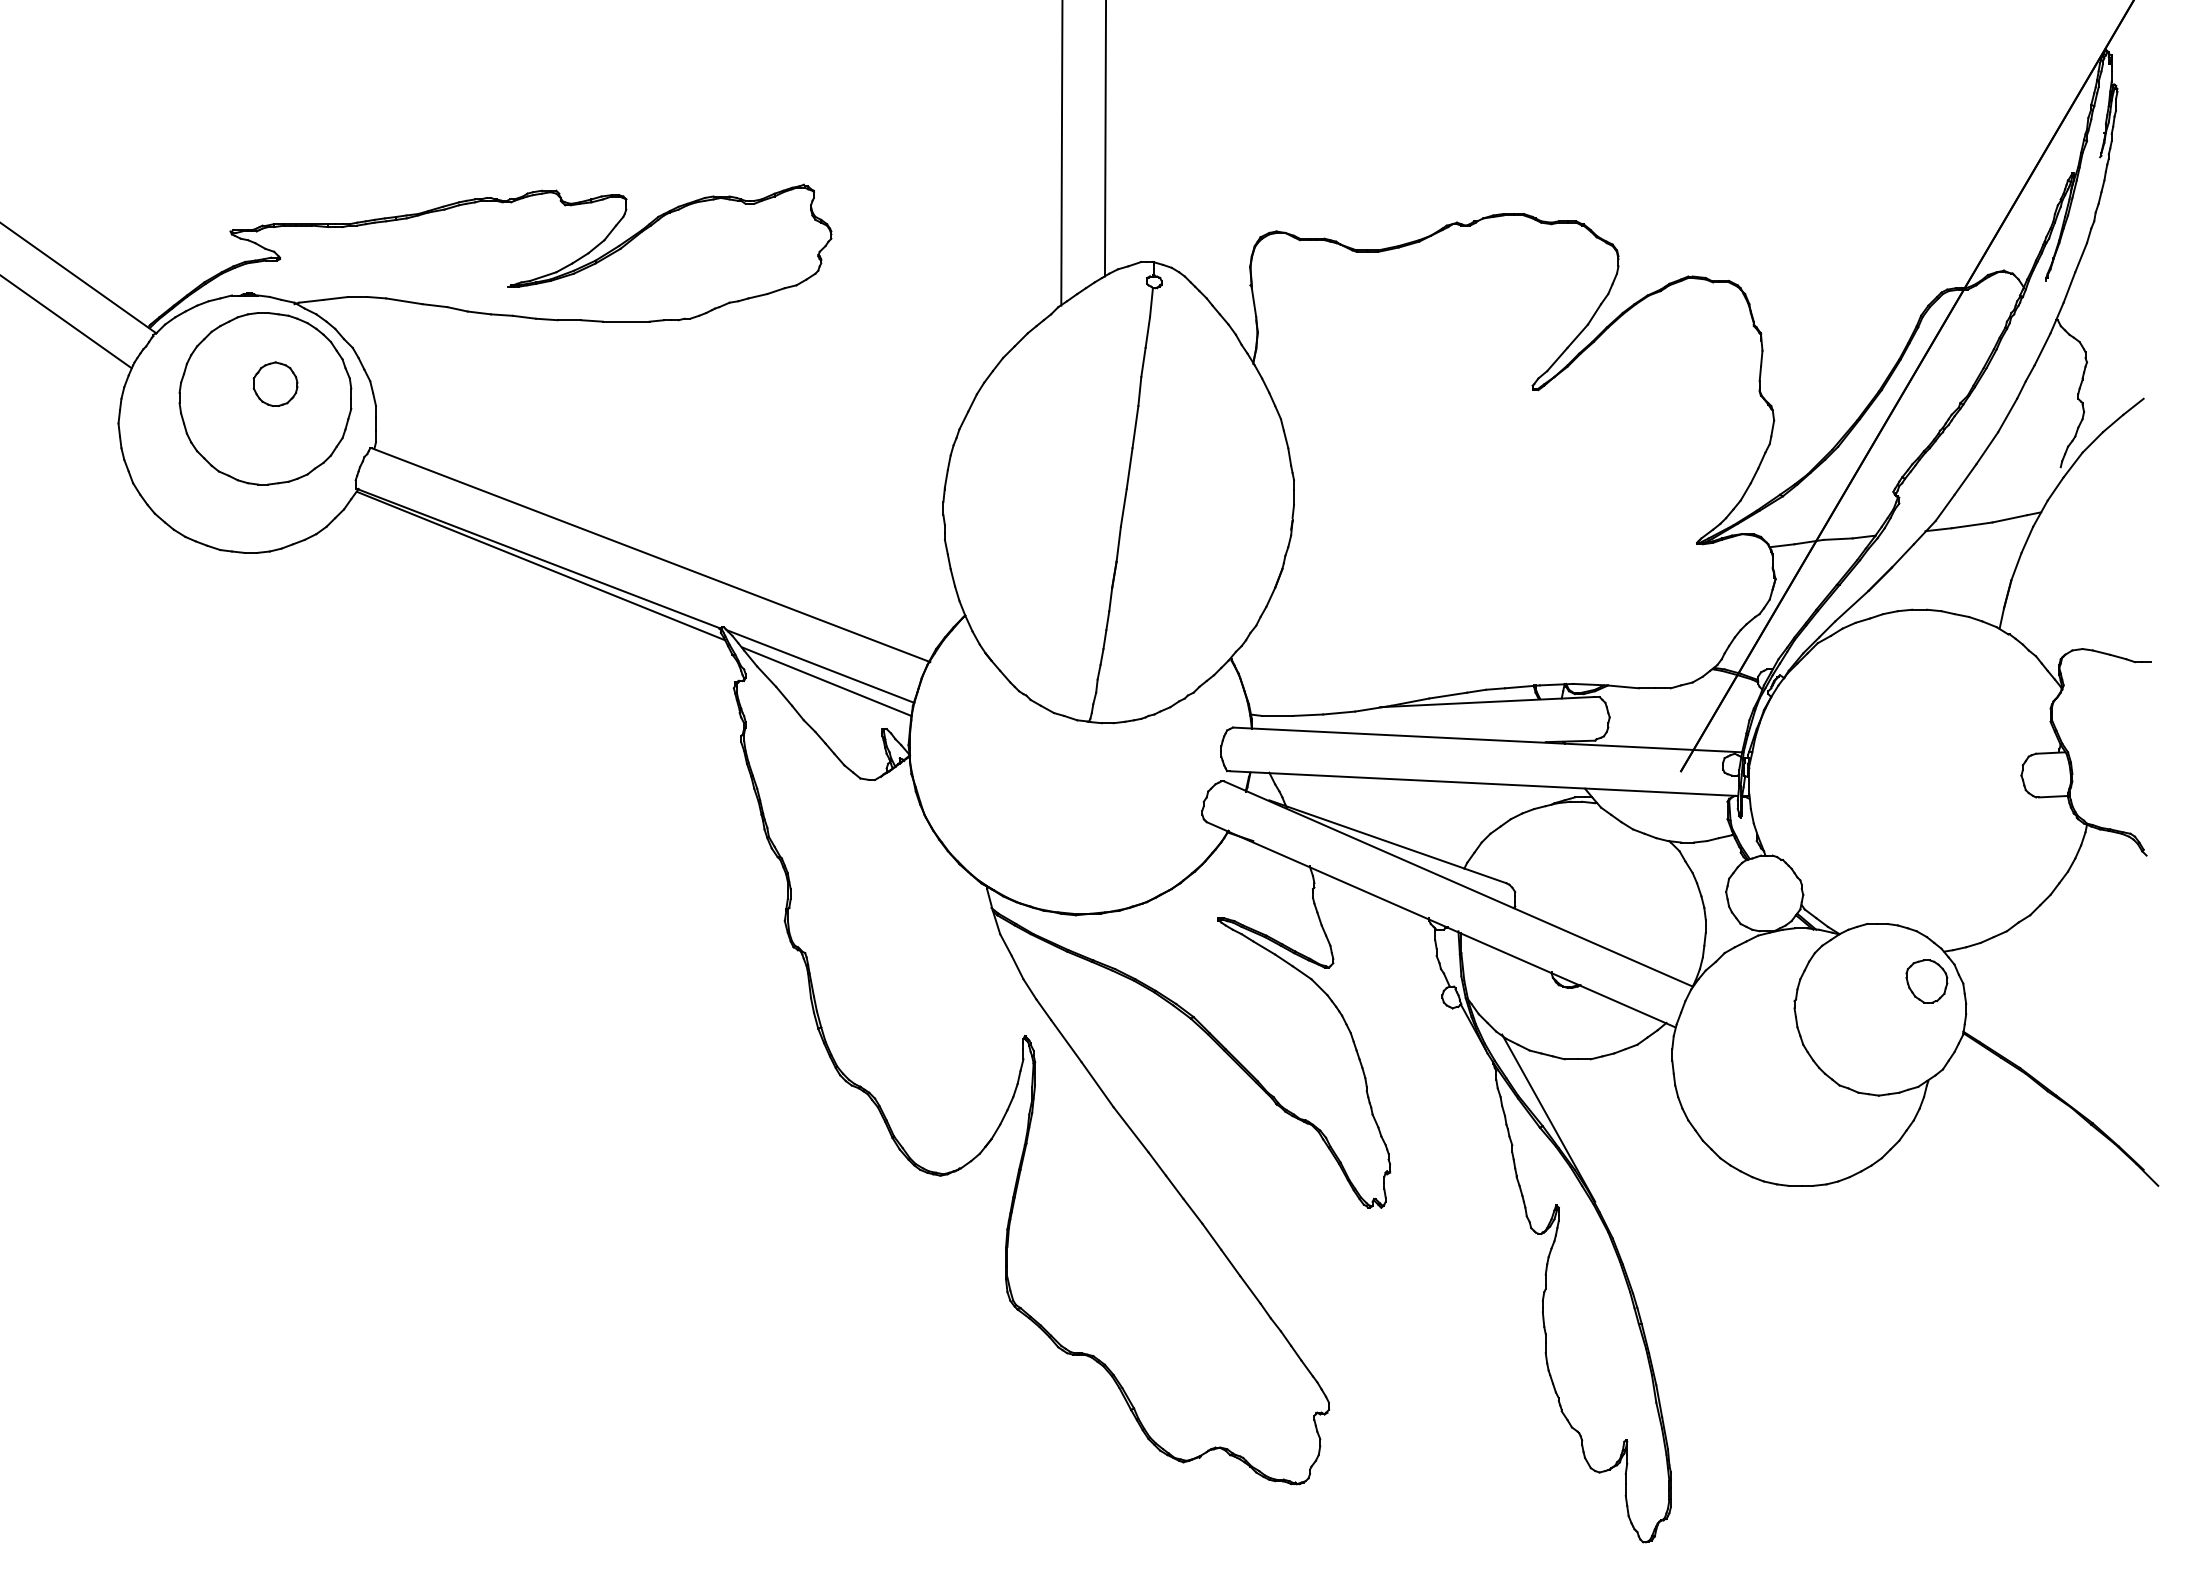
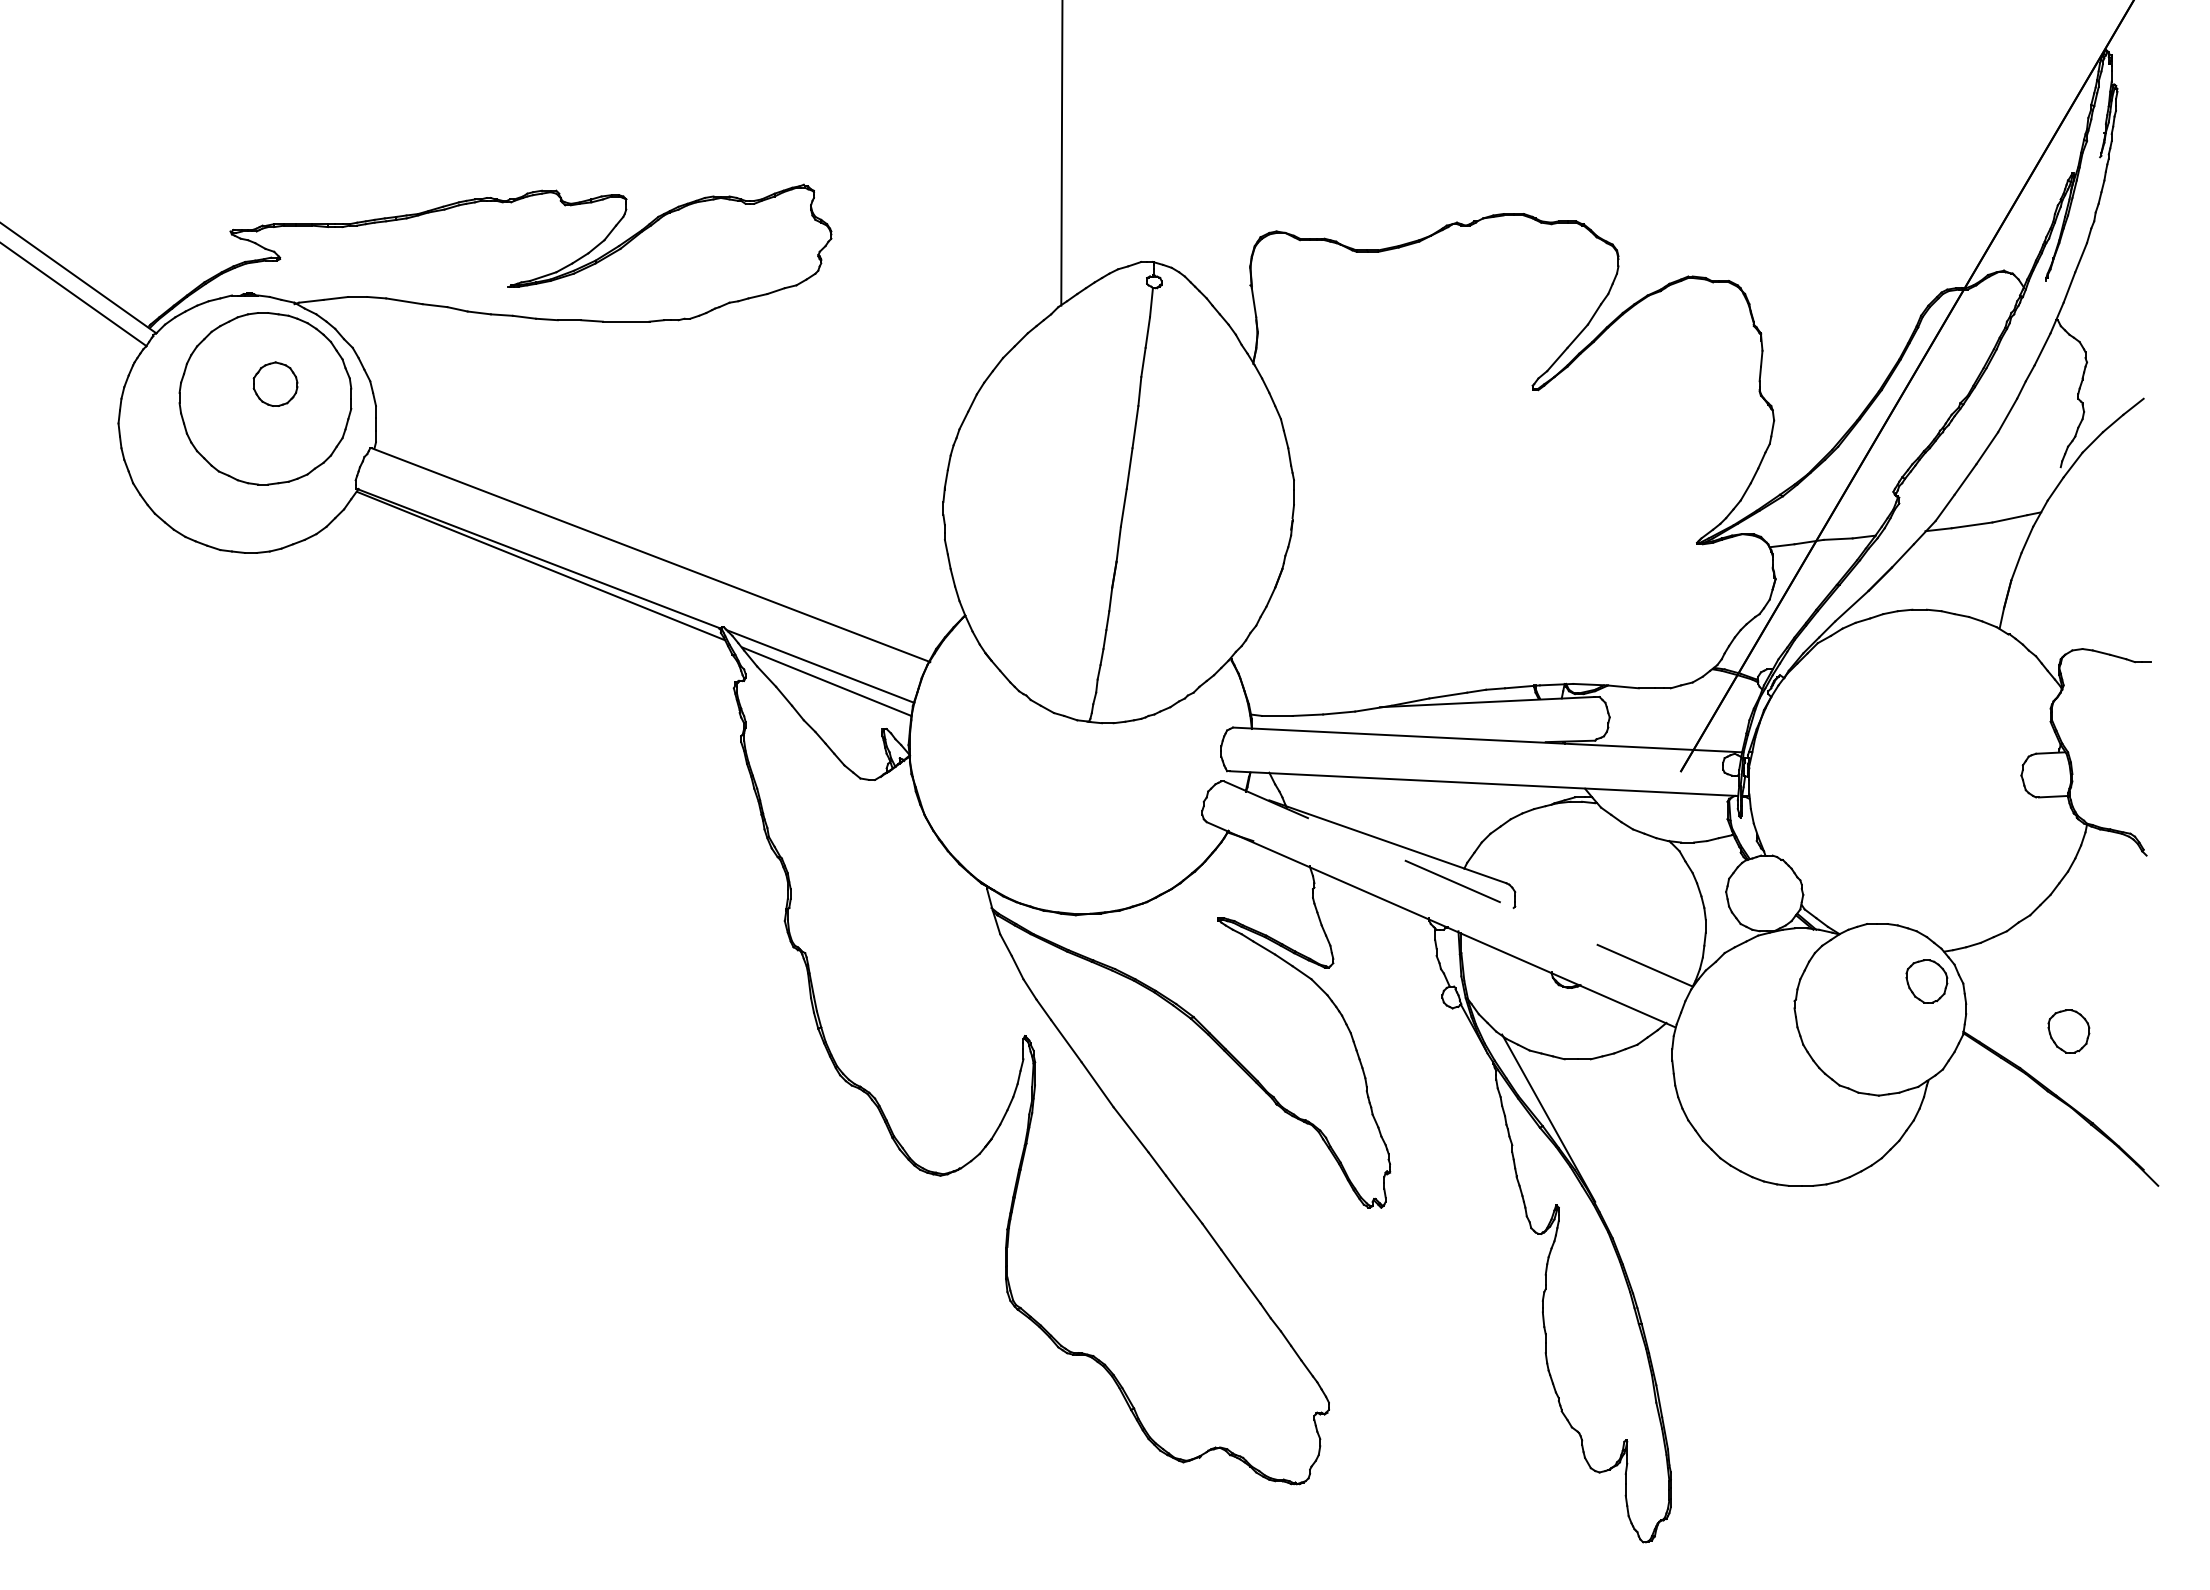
line at (1105, 139): present -> none
line at (66, 322) position: (66, 322) -> (74, 294)
line at (1458, 883): solid -> dashed
part at (2068, 1031): none -> present
